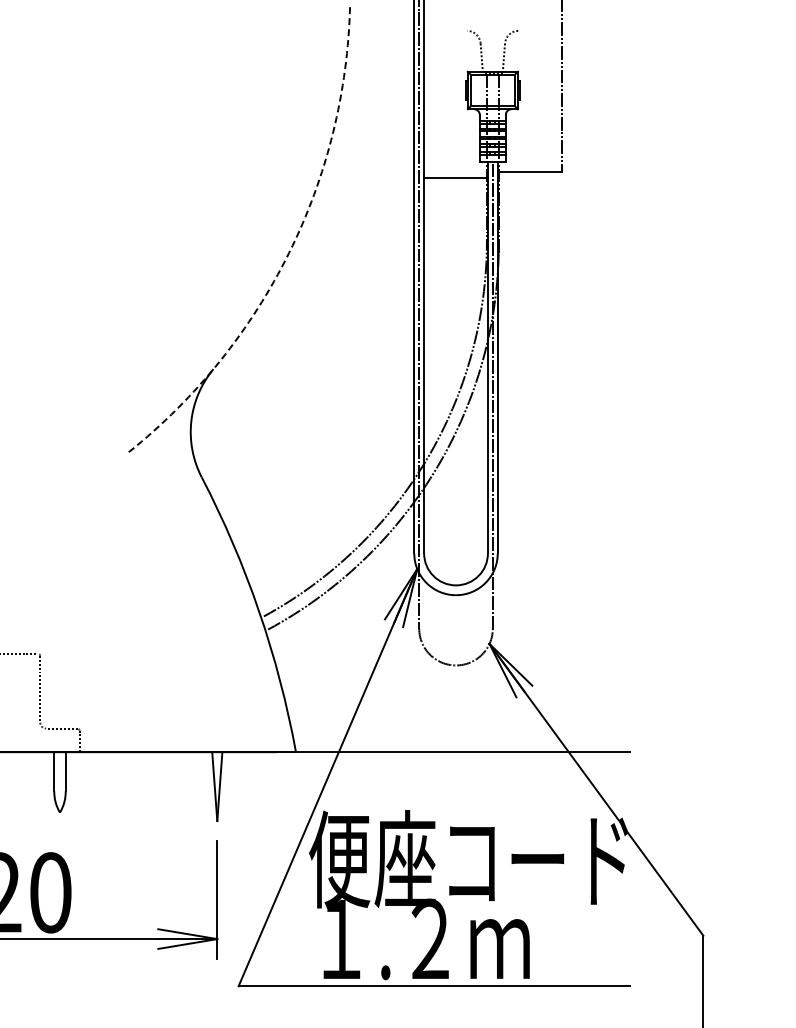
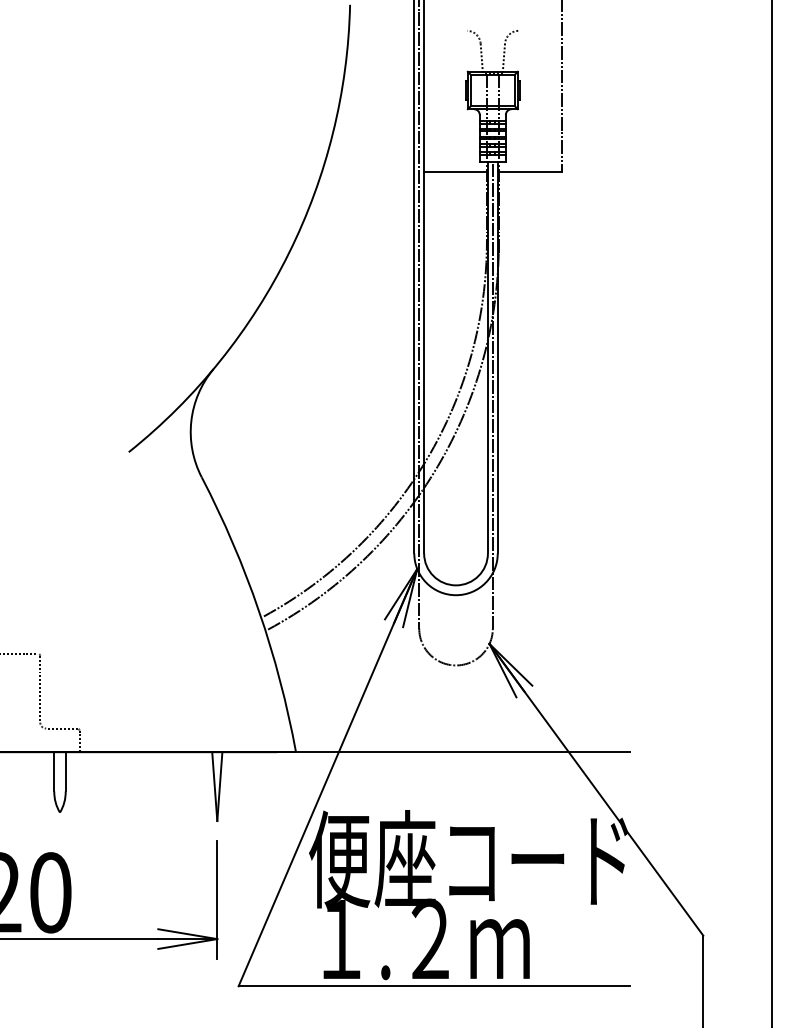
line at (455, 177) position: (455, 177) -> (455, 171)
arc at (289, 253): dashed -> solid
line at (772, 513): none -> present
